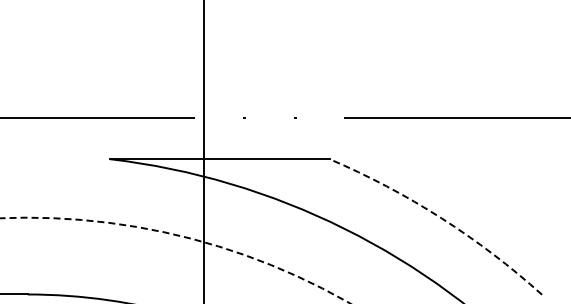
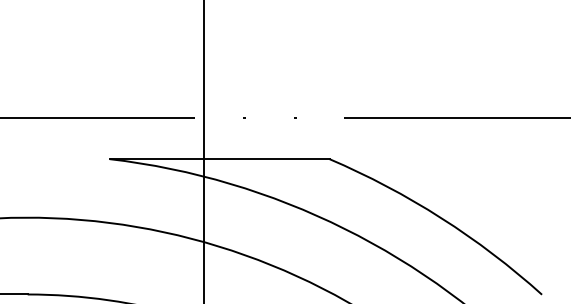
arc at (441, 218): dashed -> solid
arc at (182, 236): dashed -> solid
